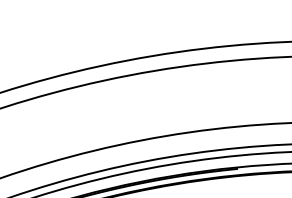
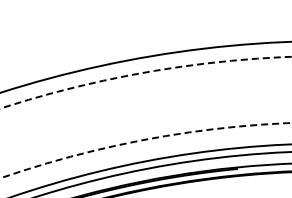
arc at (143, 72): solid -> dashed
arc at (142, 140): solid -> dashed
